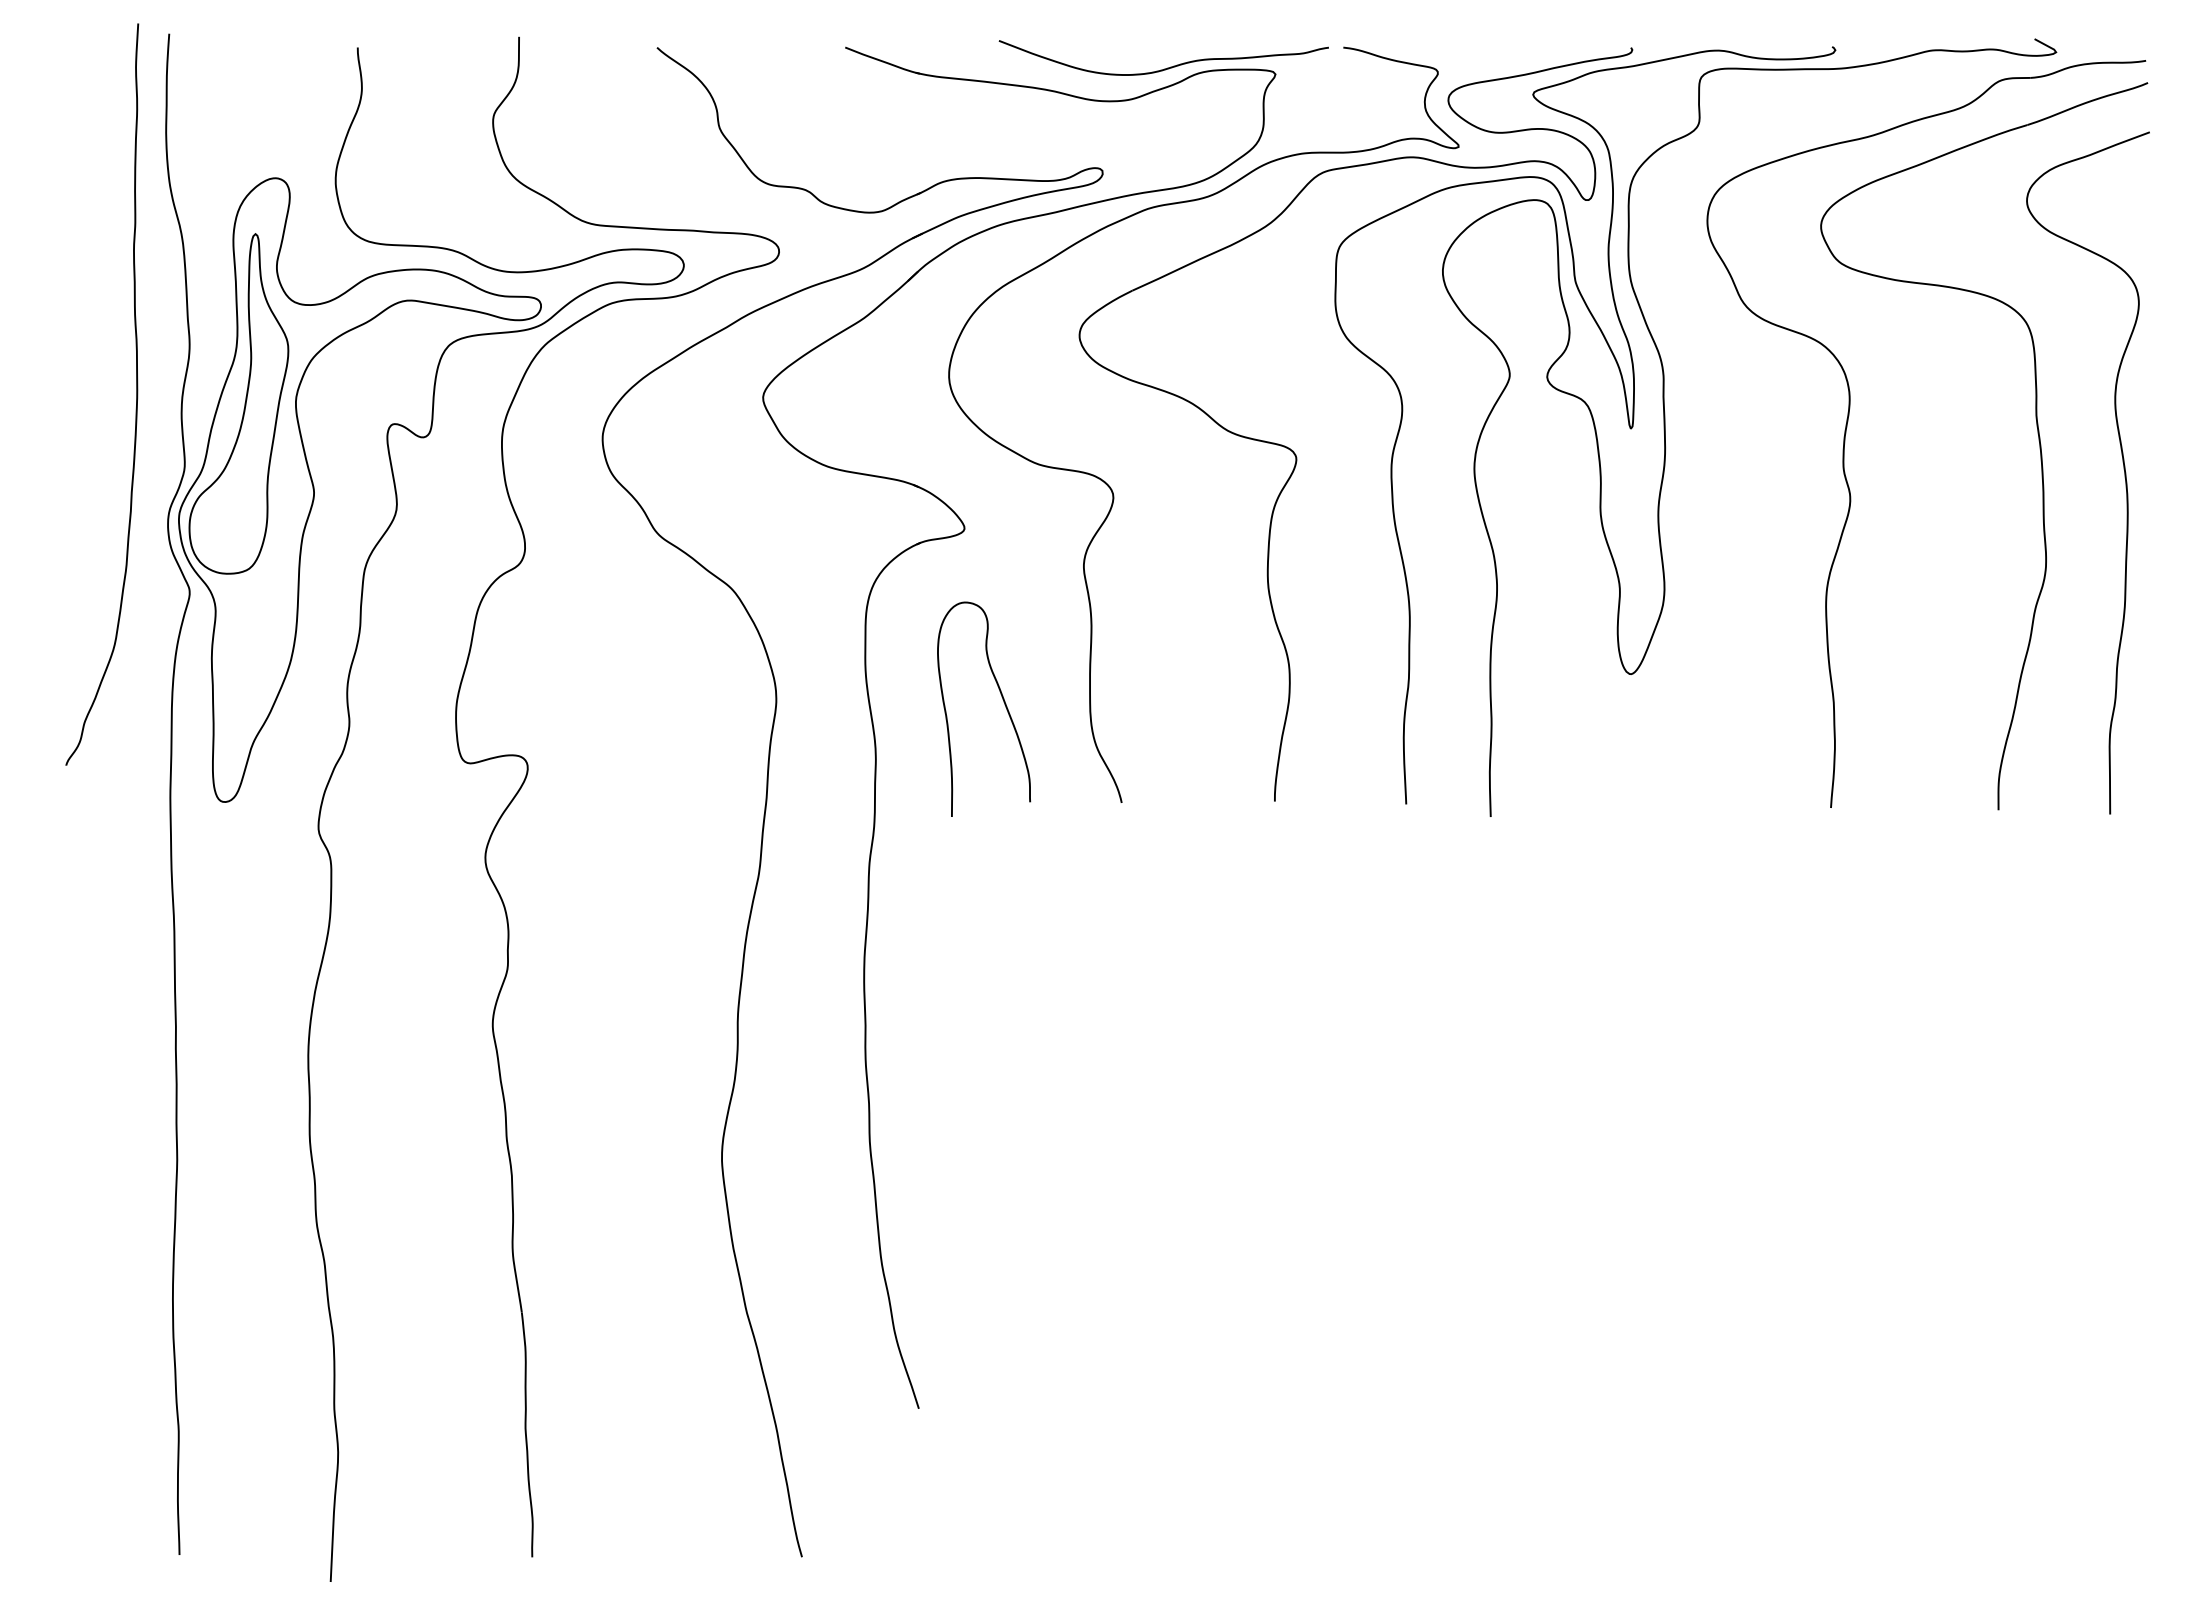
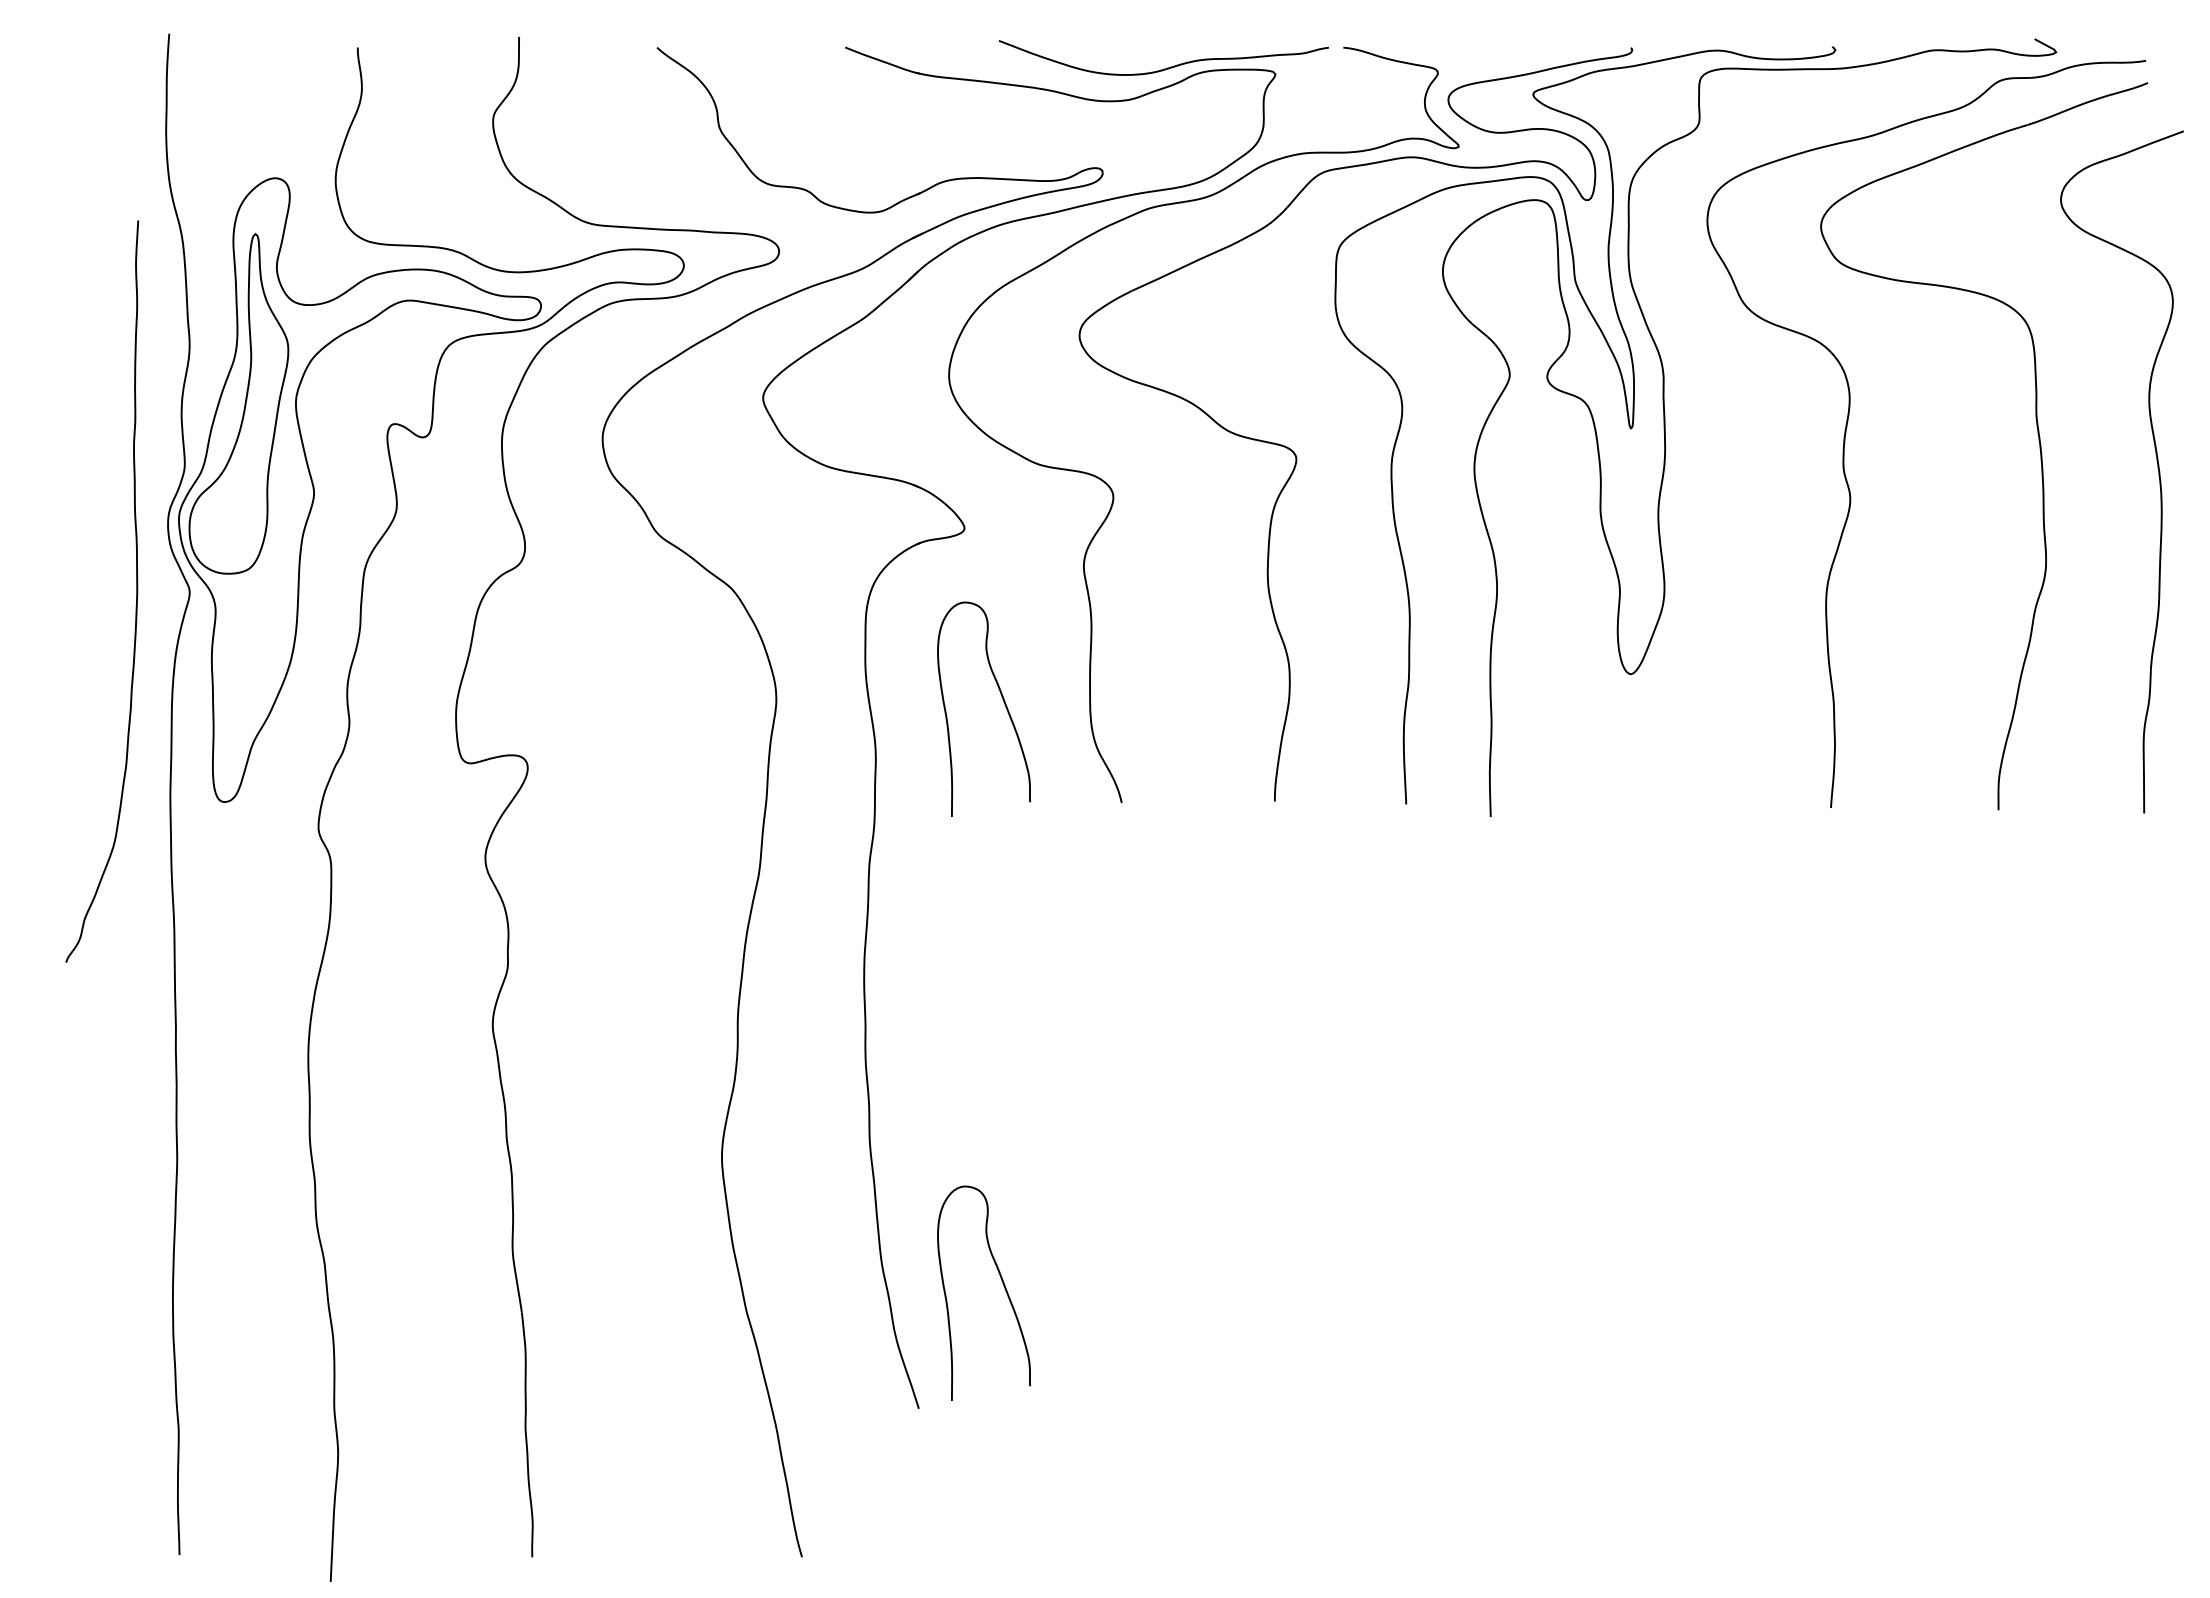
curve at (136, 394) position: (136, 394) -> (136, 591)
curve at (2123, 469) position: (2123, 469) -> (2157, 468)
curve at (1003, 1286): none -> present
